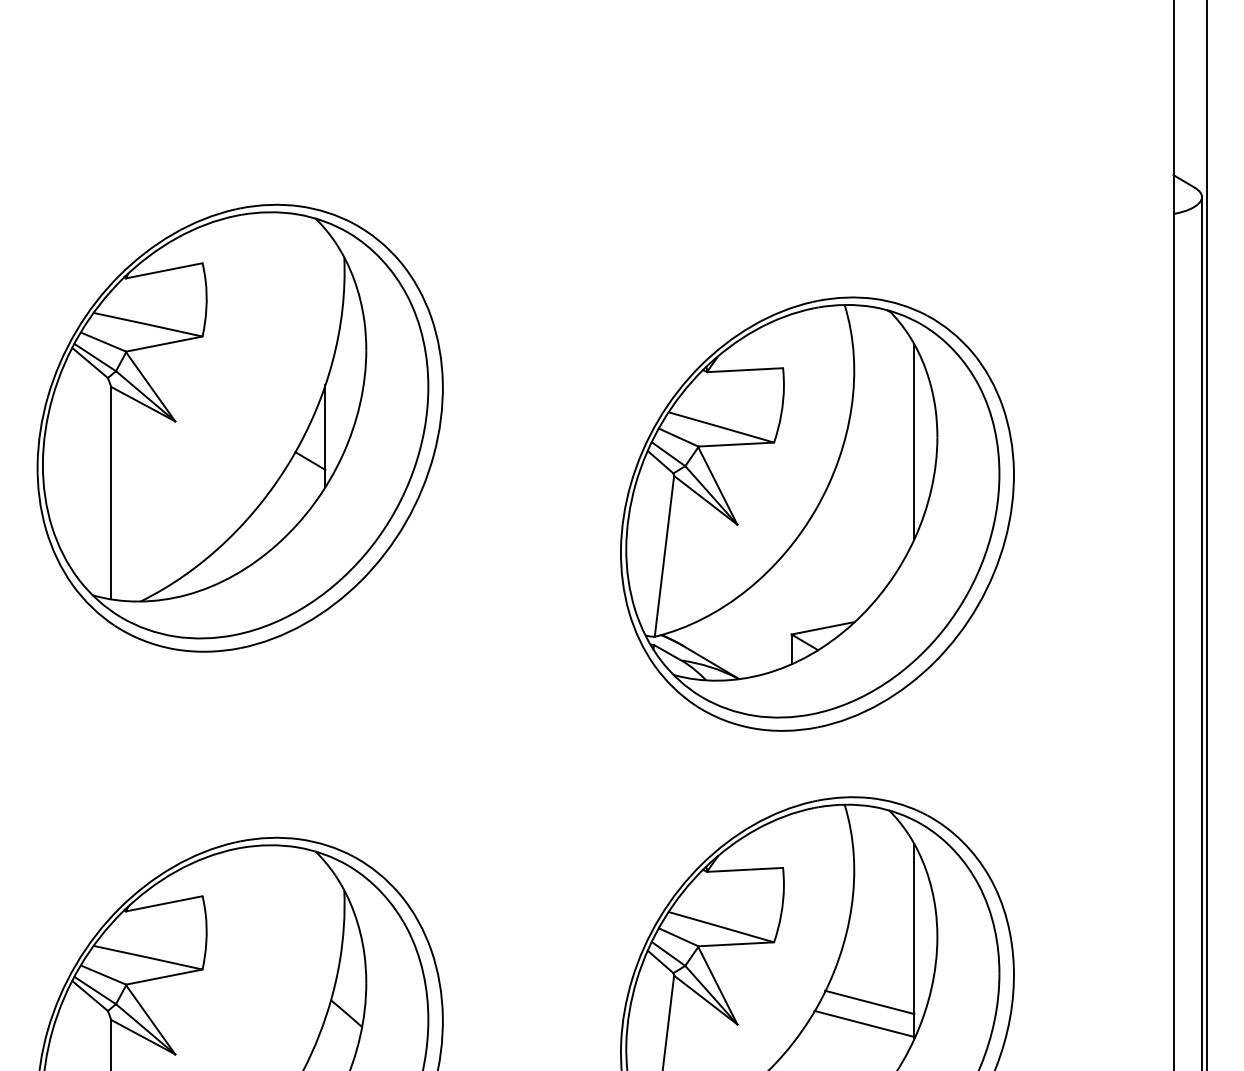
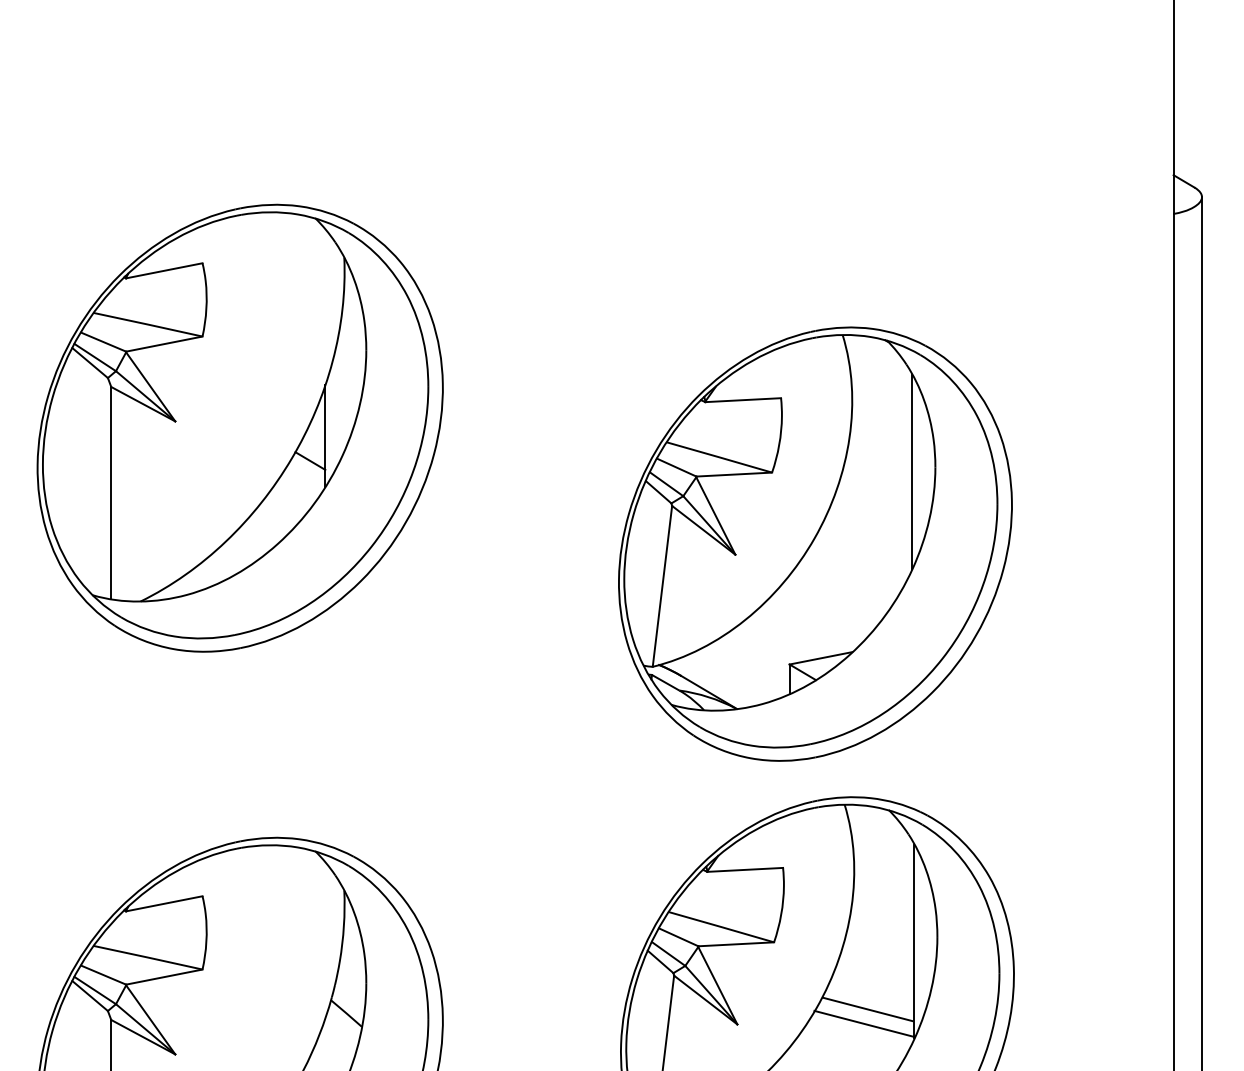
part at (817, 513) position: (817, 513) -> (815, 543)
line at (1206, 534): present -> none
line at (869, 1002) position: (869, 1002) -> (867, 1009)
